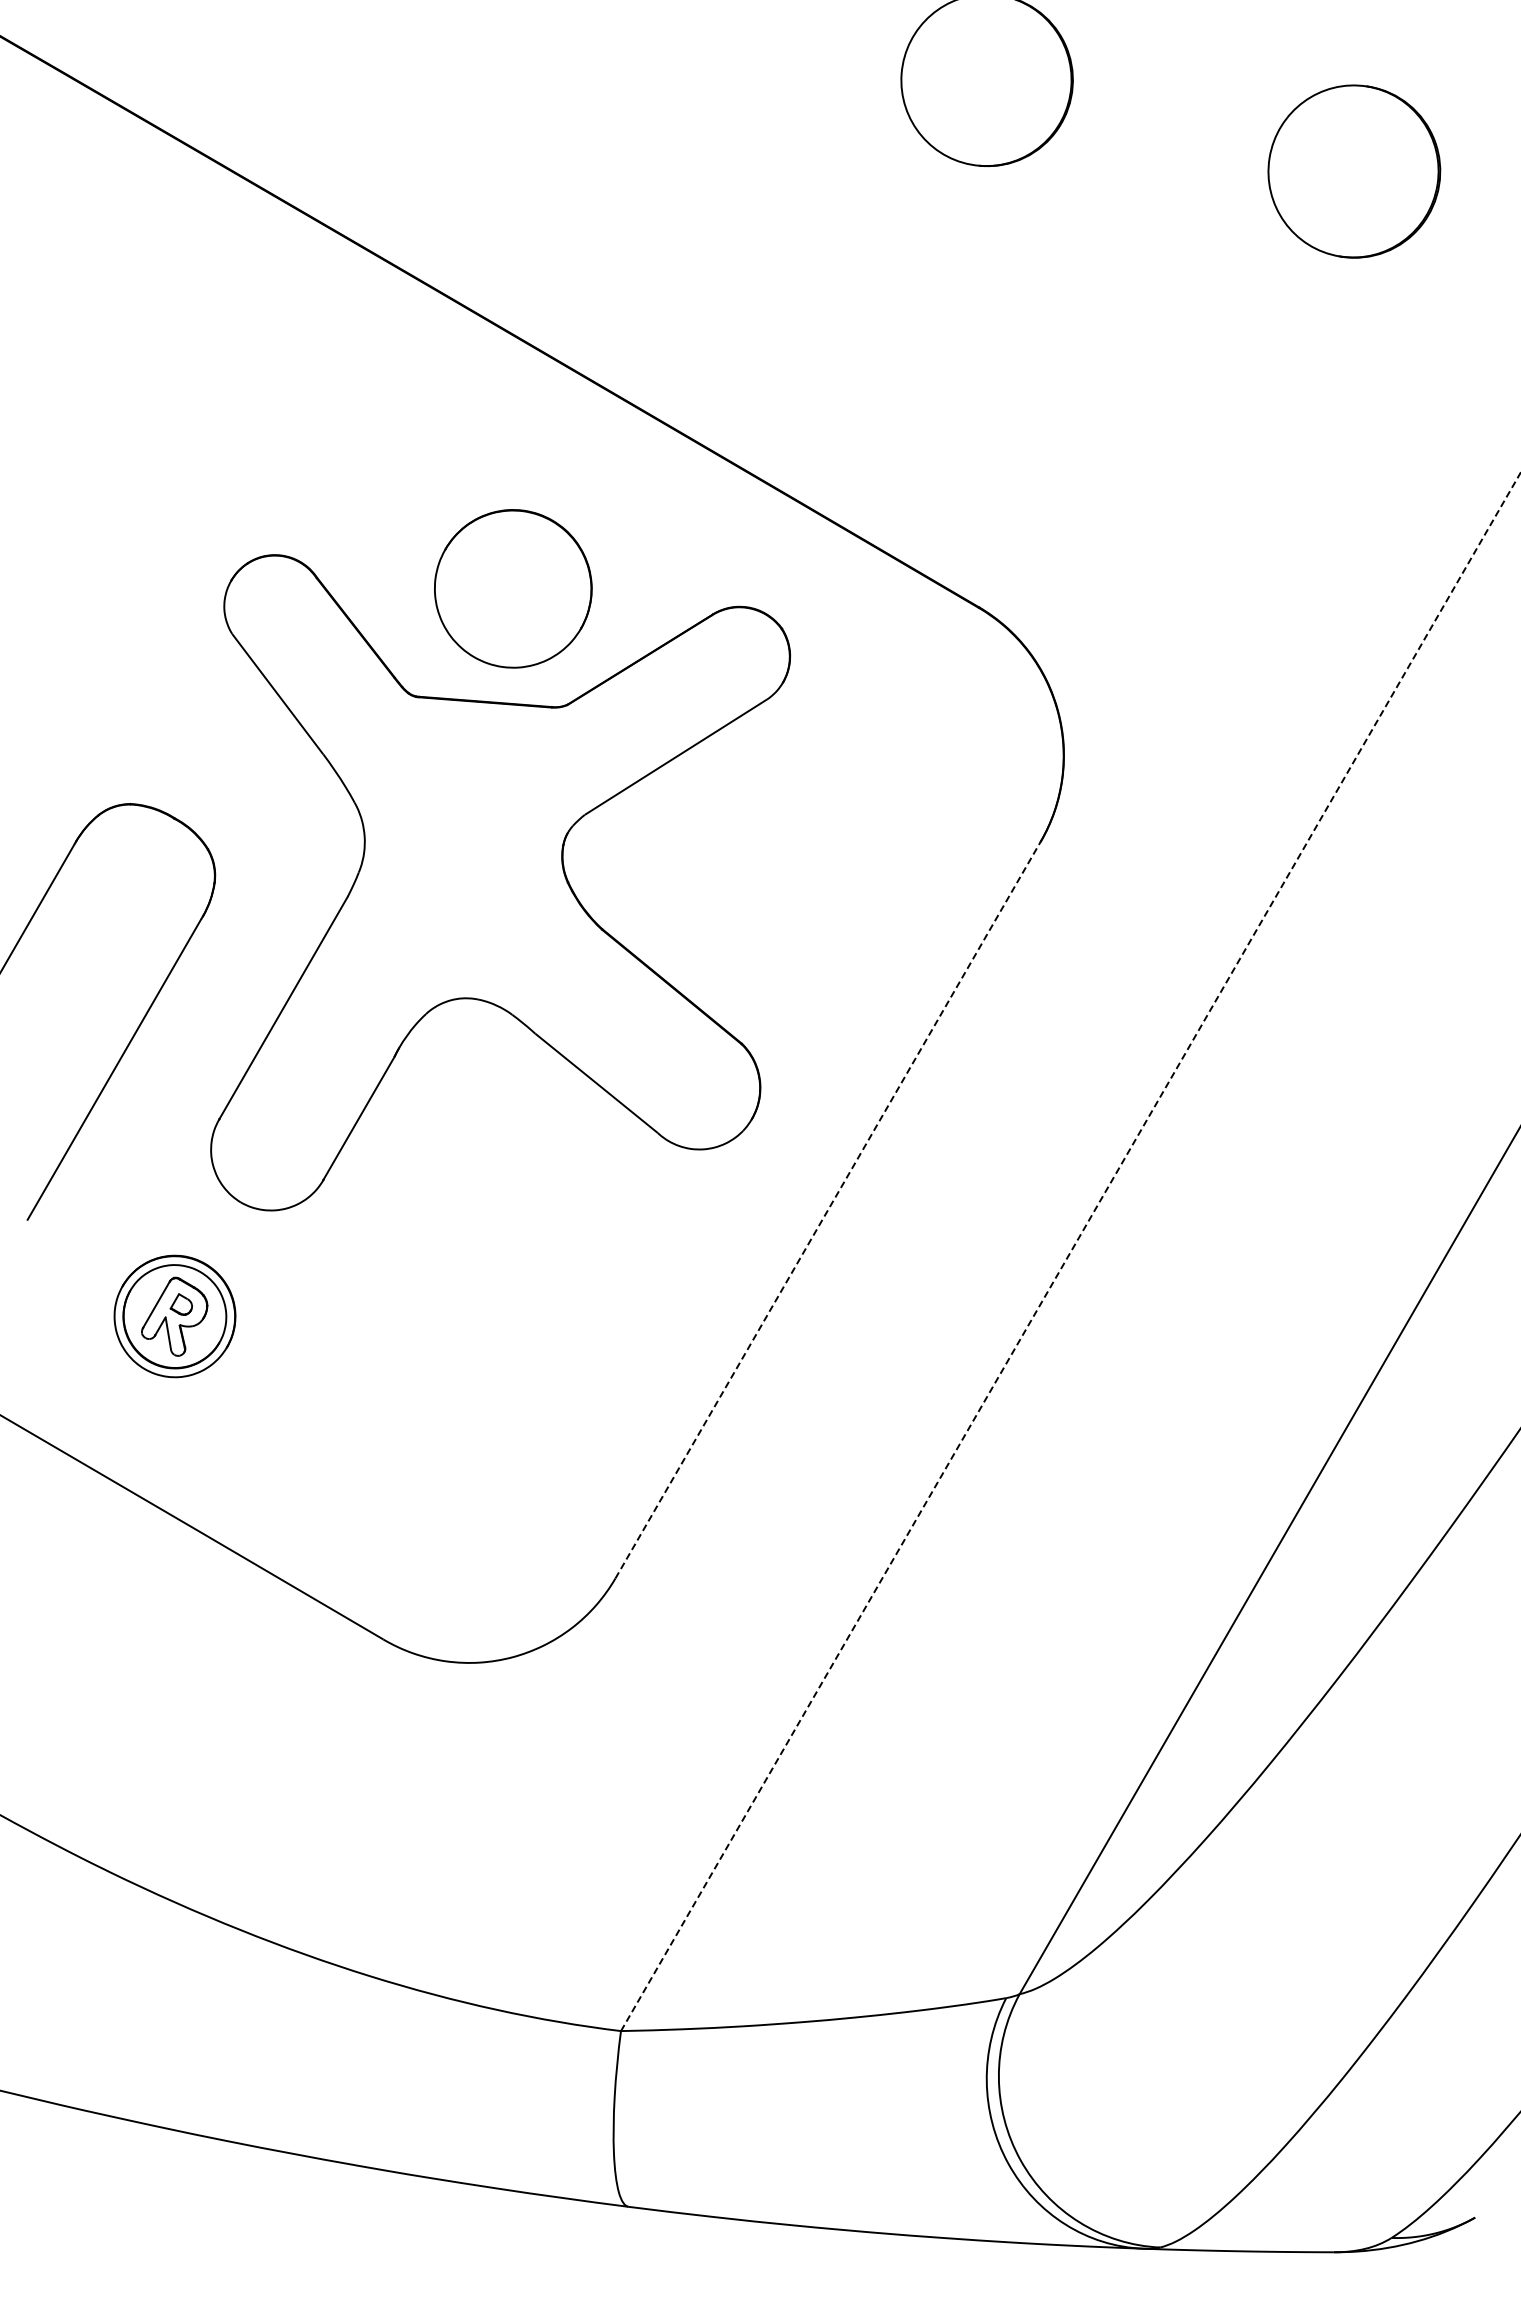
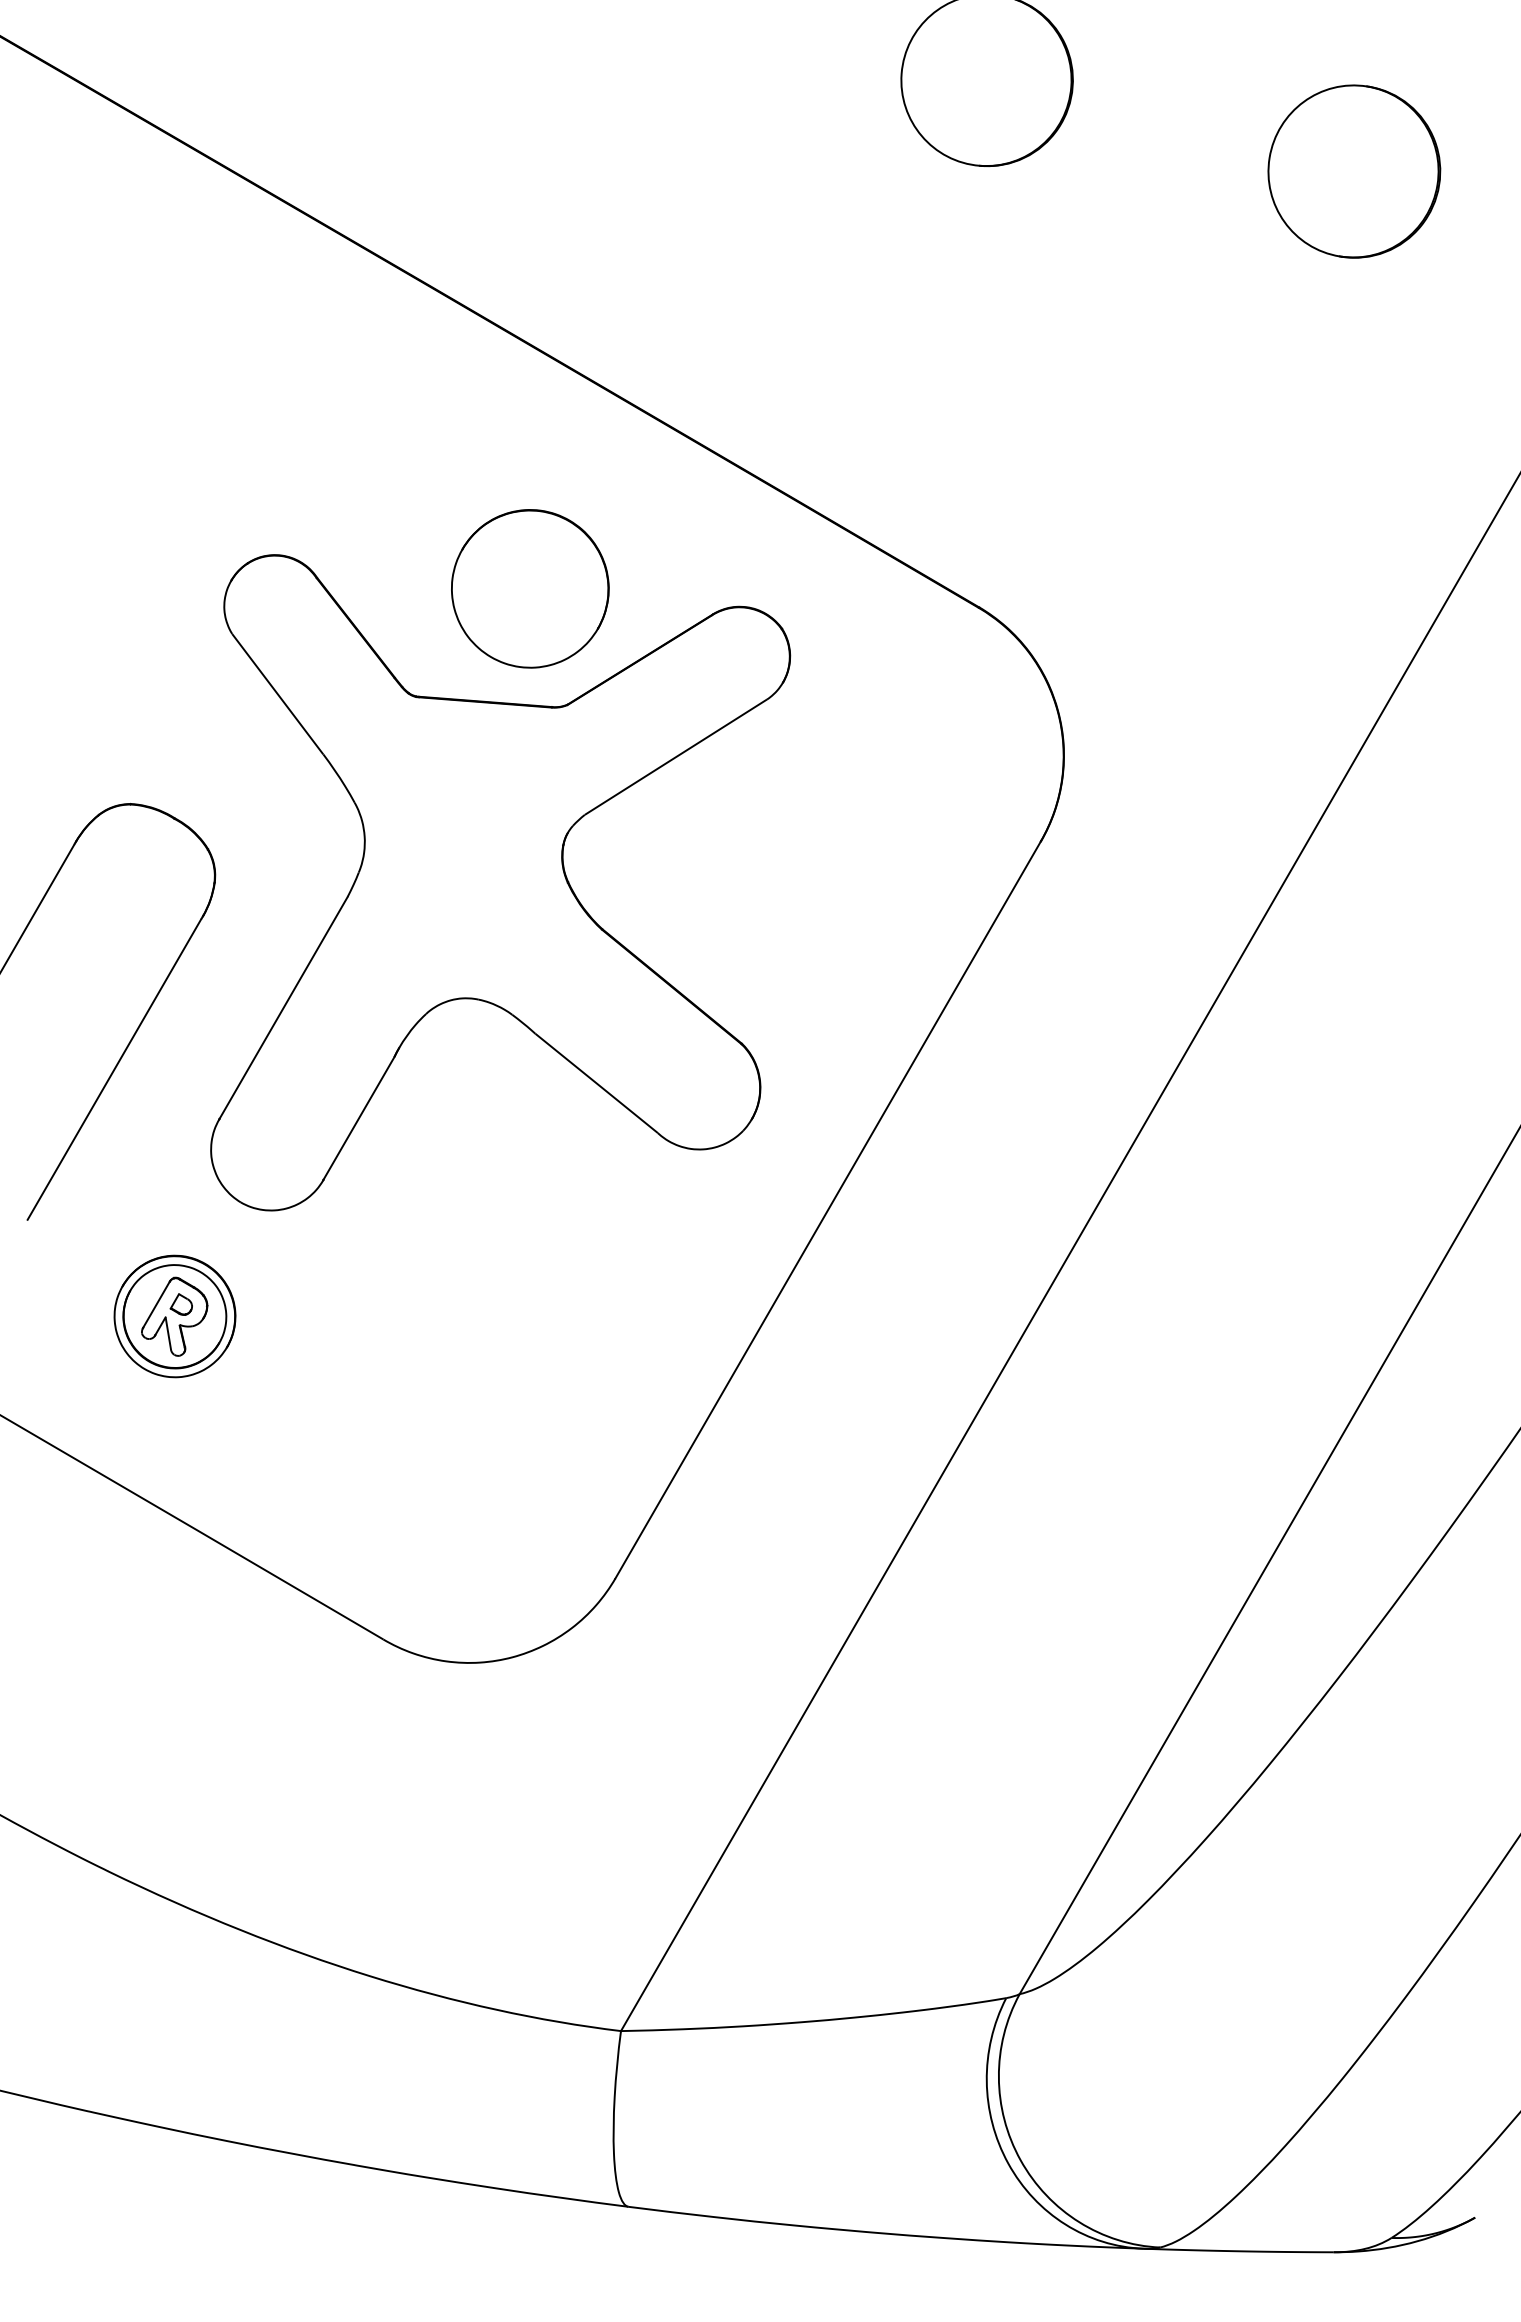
part at (513, 588) position: (513, 588) -> (530, 588)
line at (828, 1209): dashed -> solid
line at (1070, 1251): dashed -> solid
